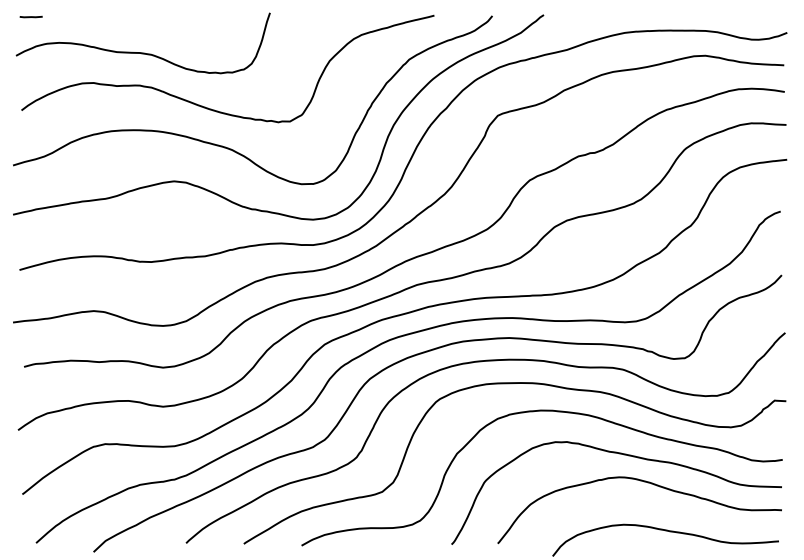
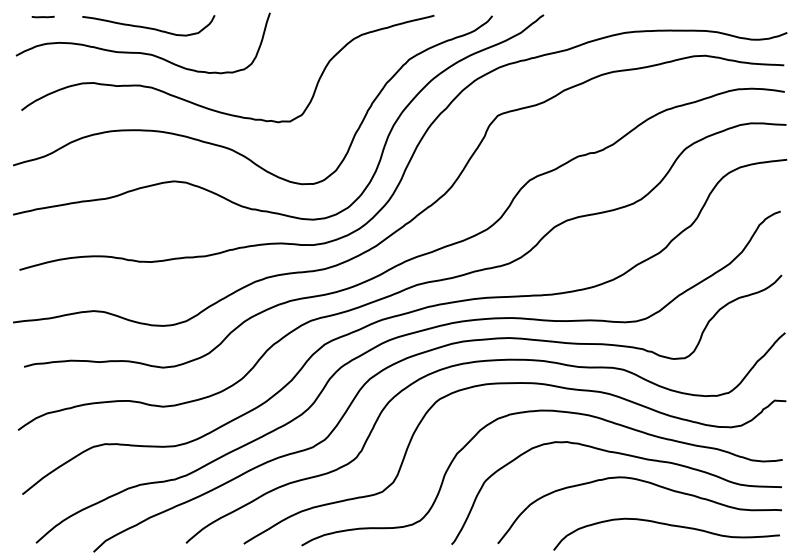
line at (30, 16) position: (30, 16) -> (42, 16)
curve at (148, 27): none -> present
curve at (665, 531) position: (665, 531) -> (666, 525)
